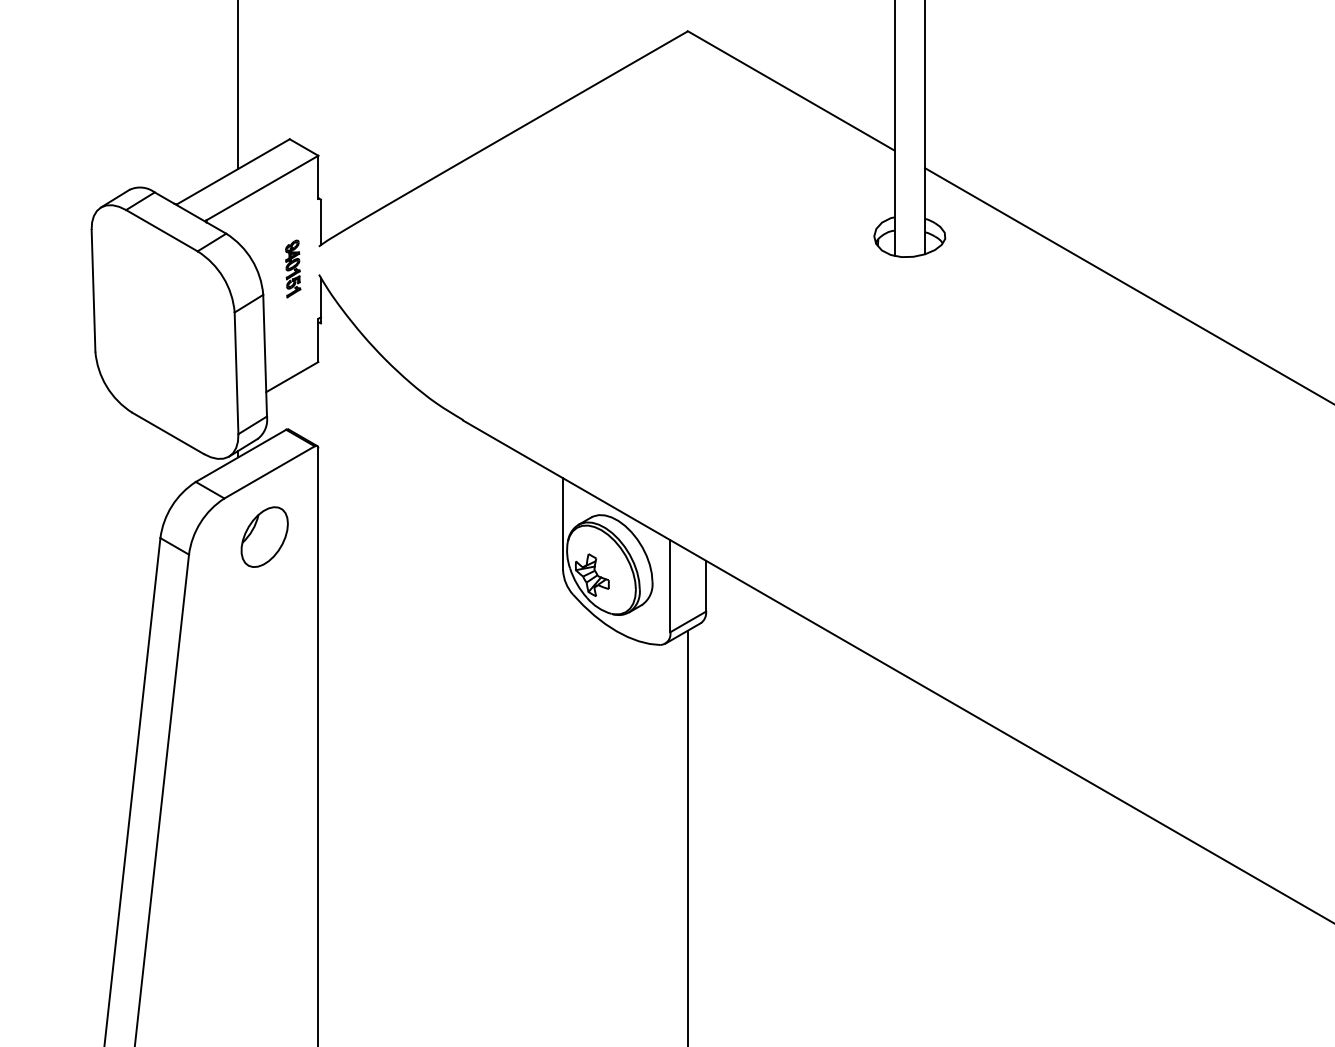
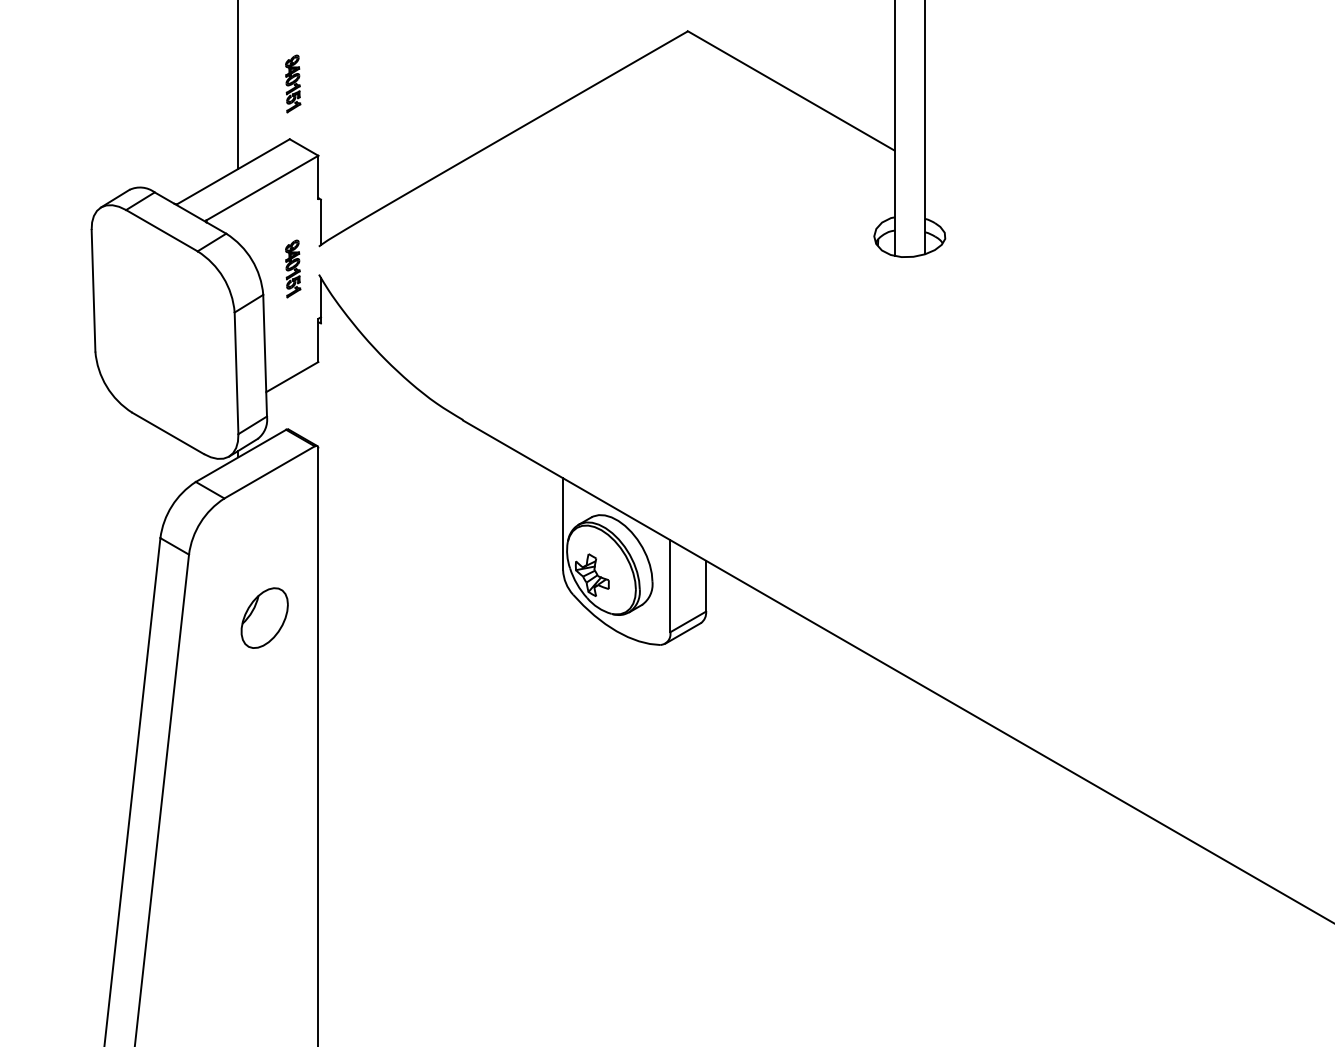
part at (293, 83): none -> present
line at (1128, 285): present -> none
part at (264, 536) position: (264, 536) -> (264, 617)
line at (687, 836): present -> none
